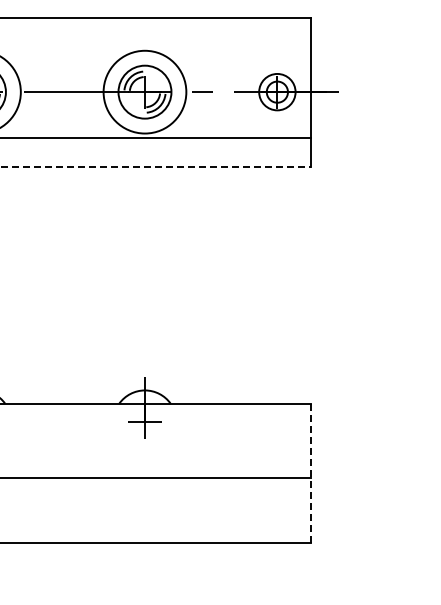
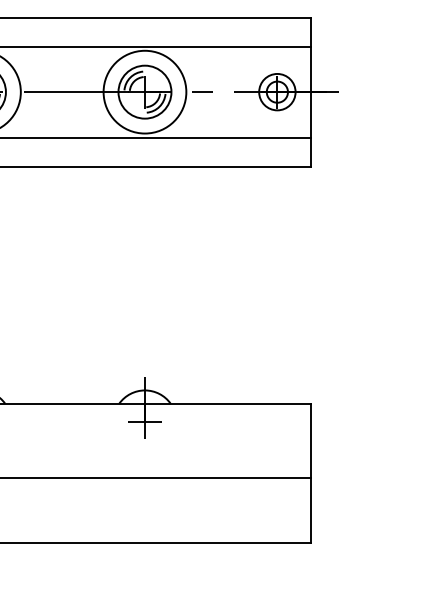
line at (156, 46): none -> present
line at (155, 166): dashed -> solid
line at (310, 473): dashed -> solid
